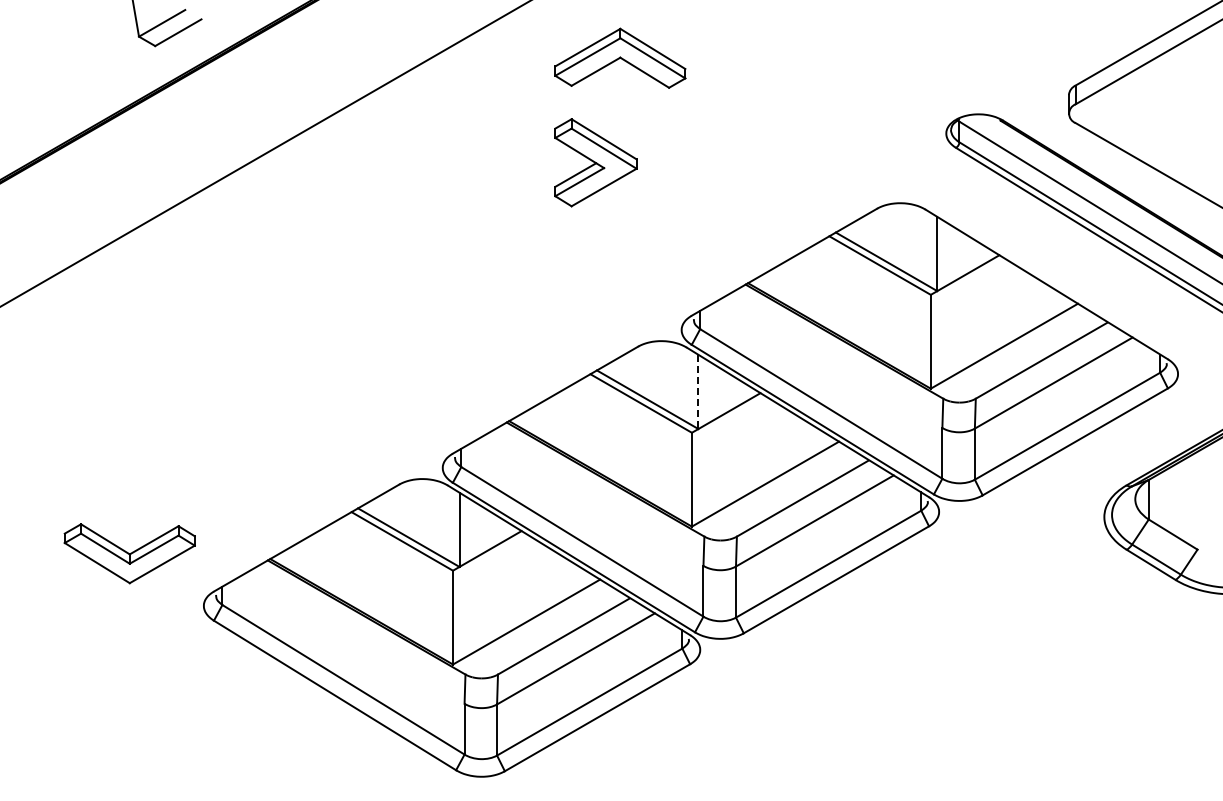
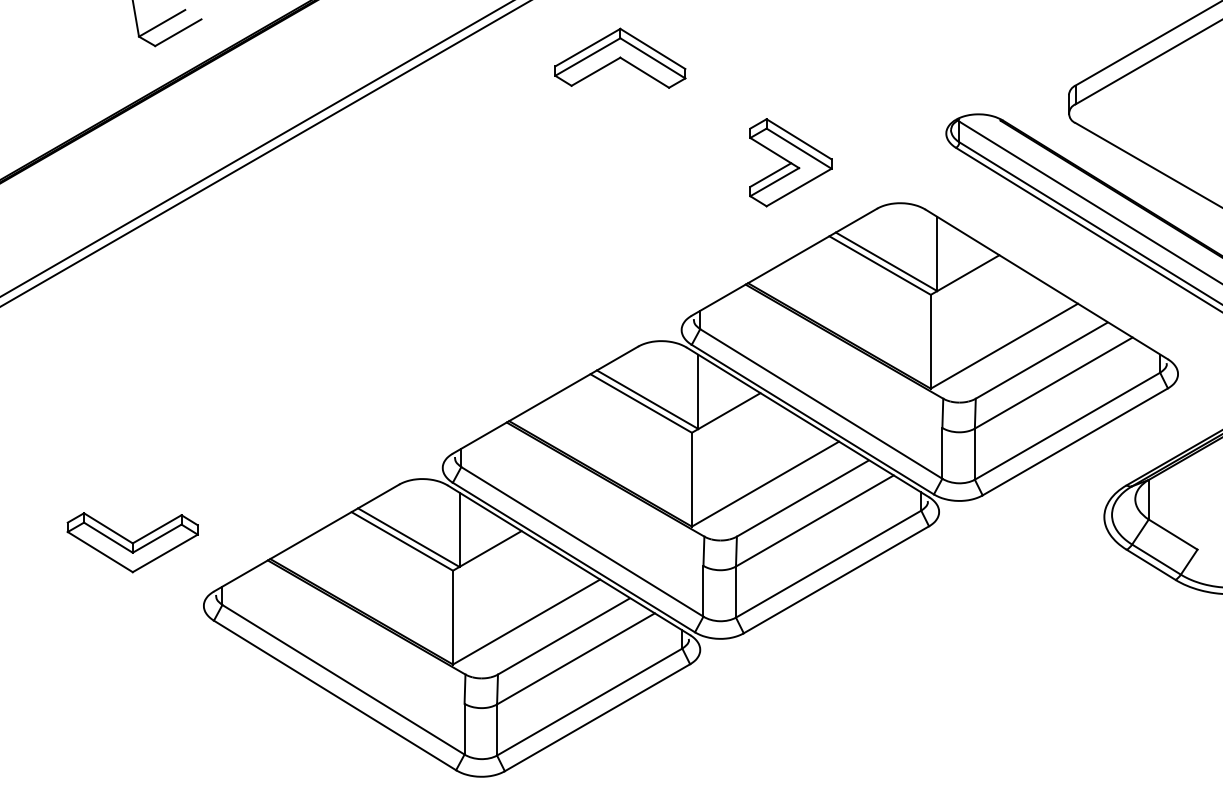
line at (256, 148): none -> present
part at (595, 162) position: (595, 162) -> (790, 162)
line at (698, 392): dashed -> solid
part at (129, 553) position: (129, 553) -> (132, 542)
